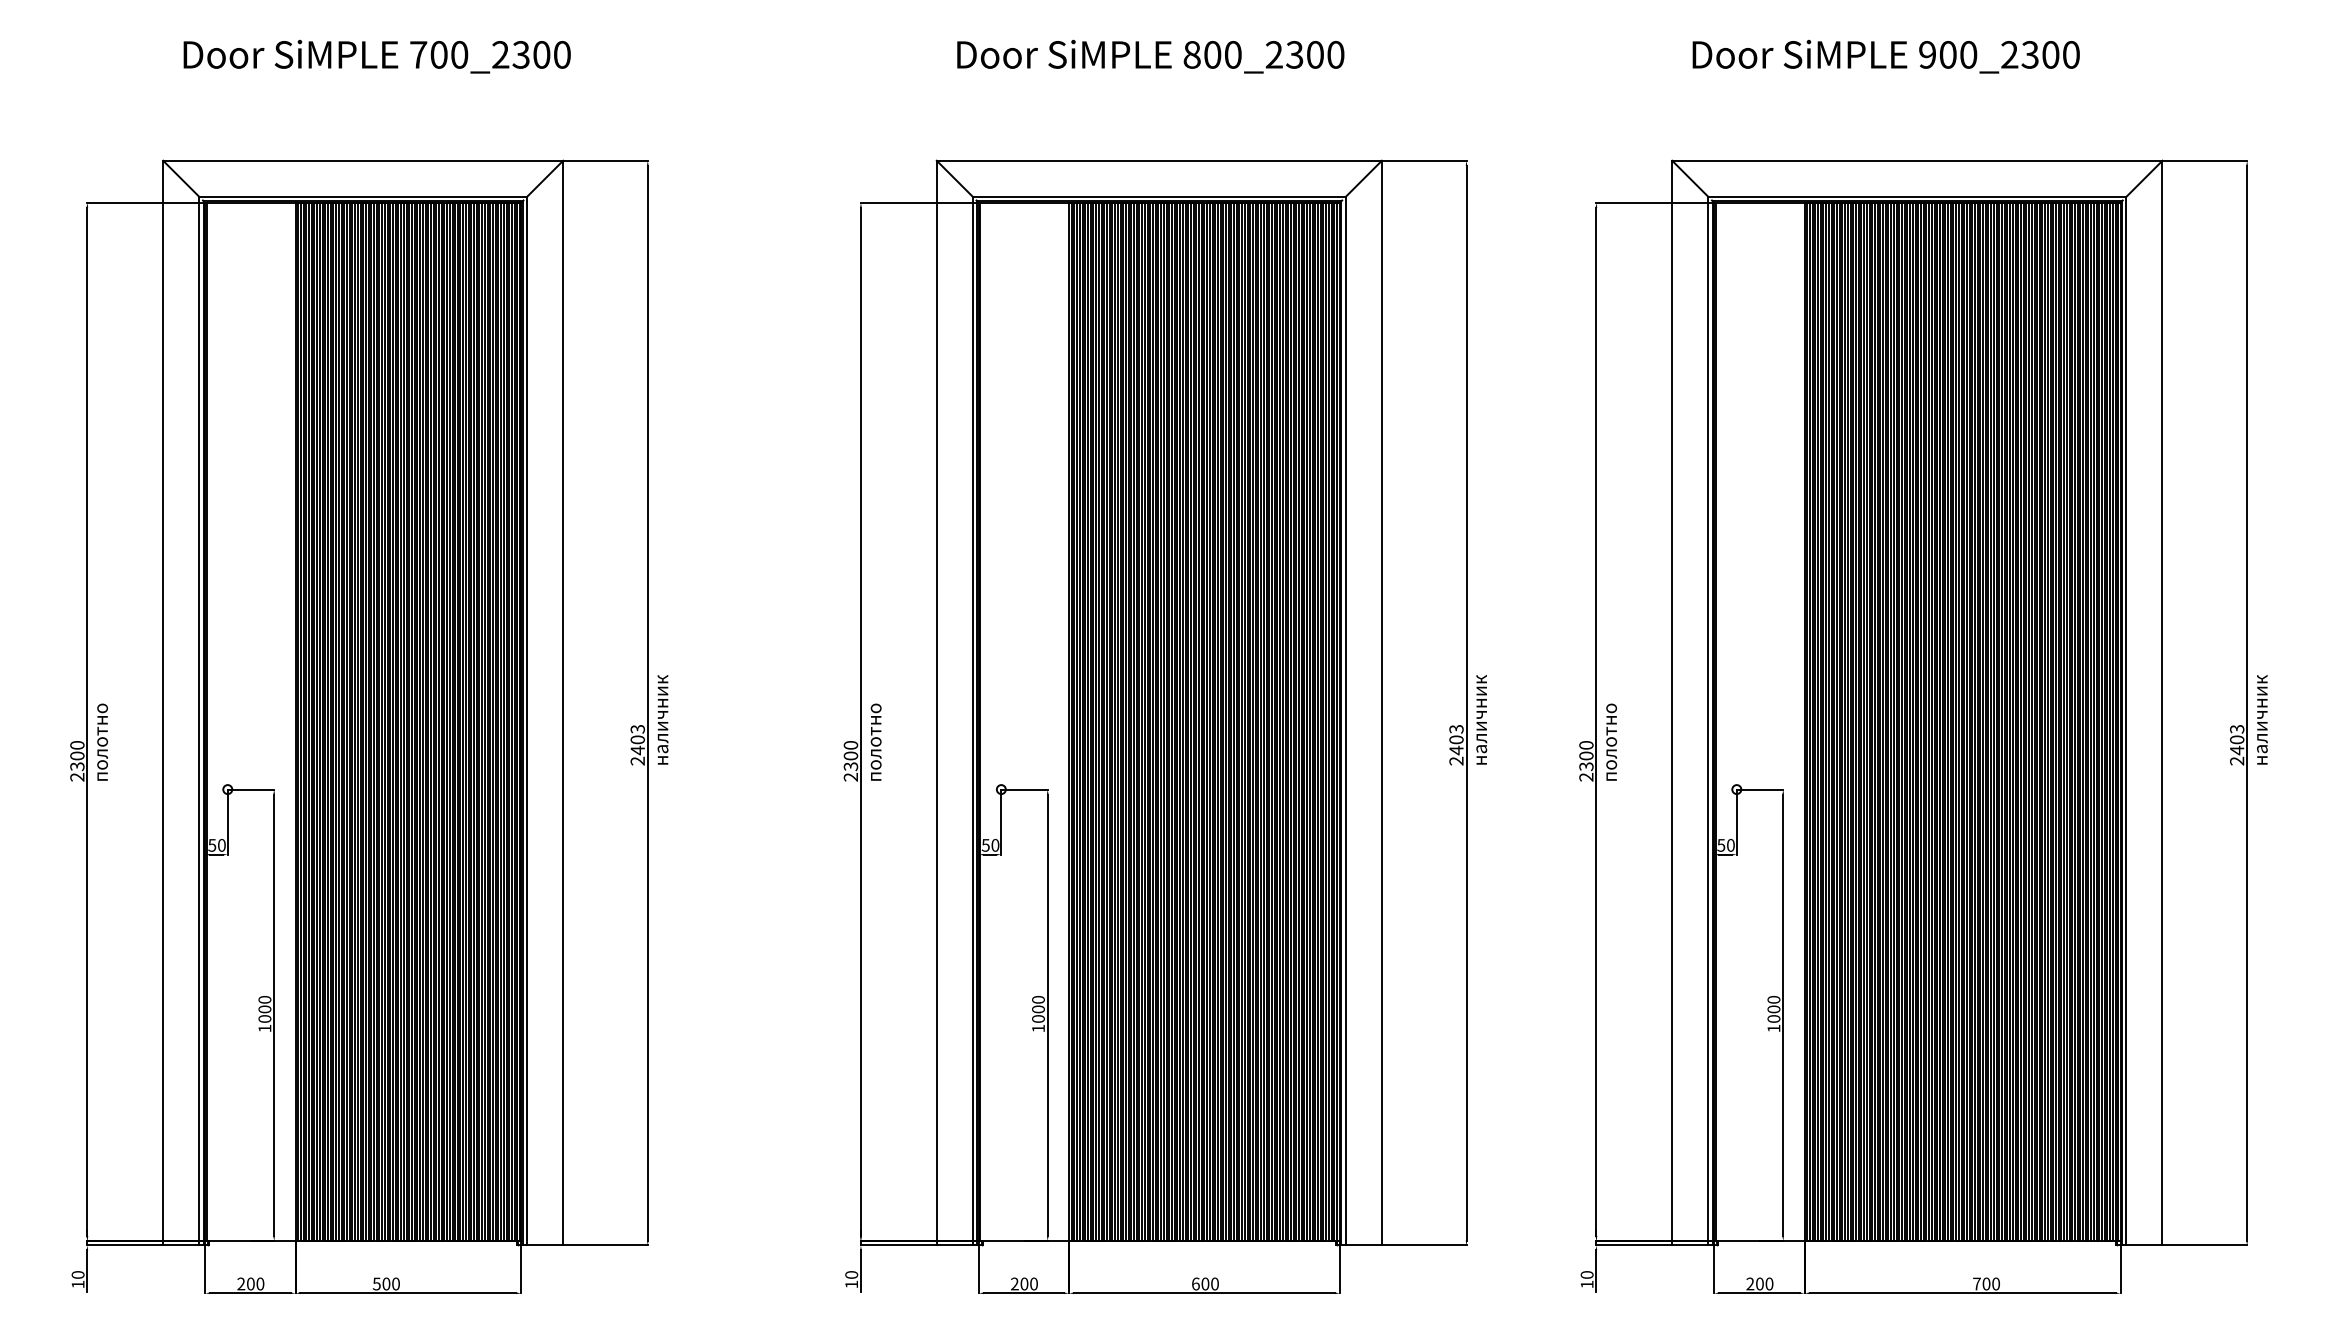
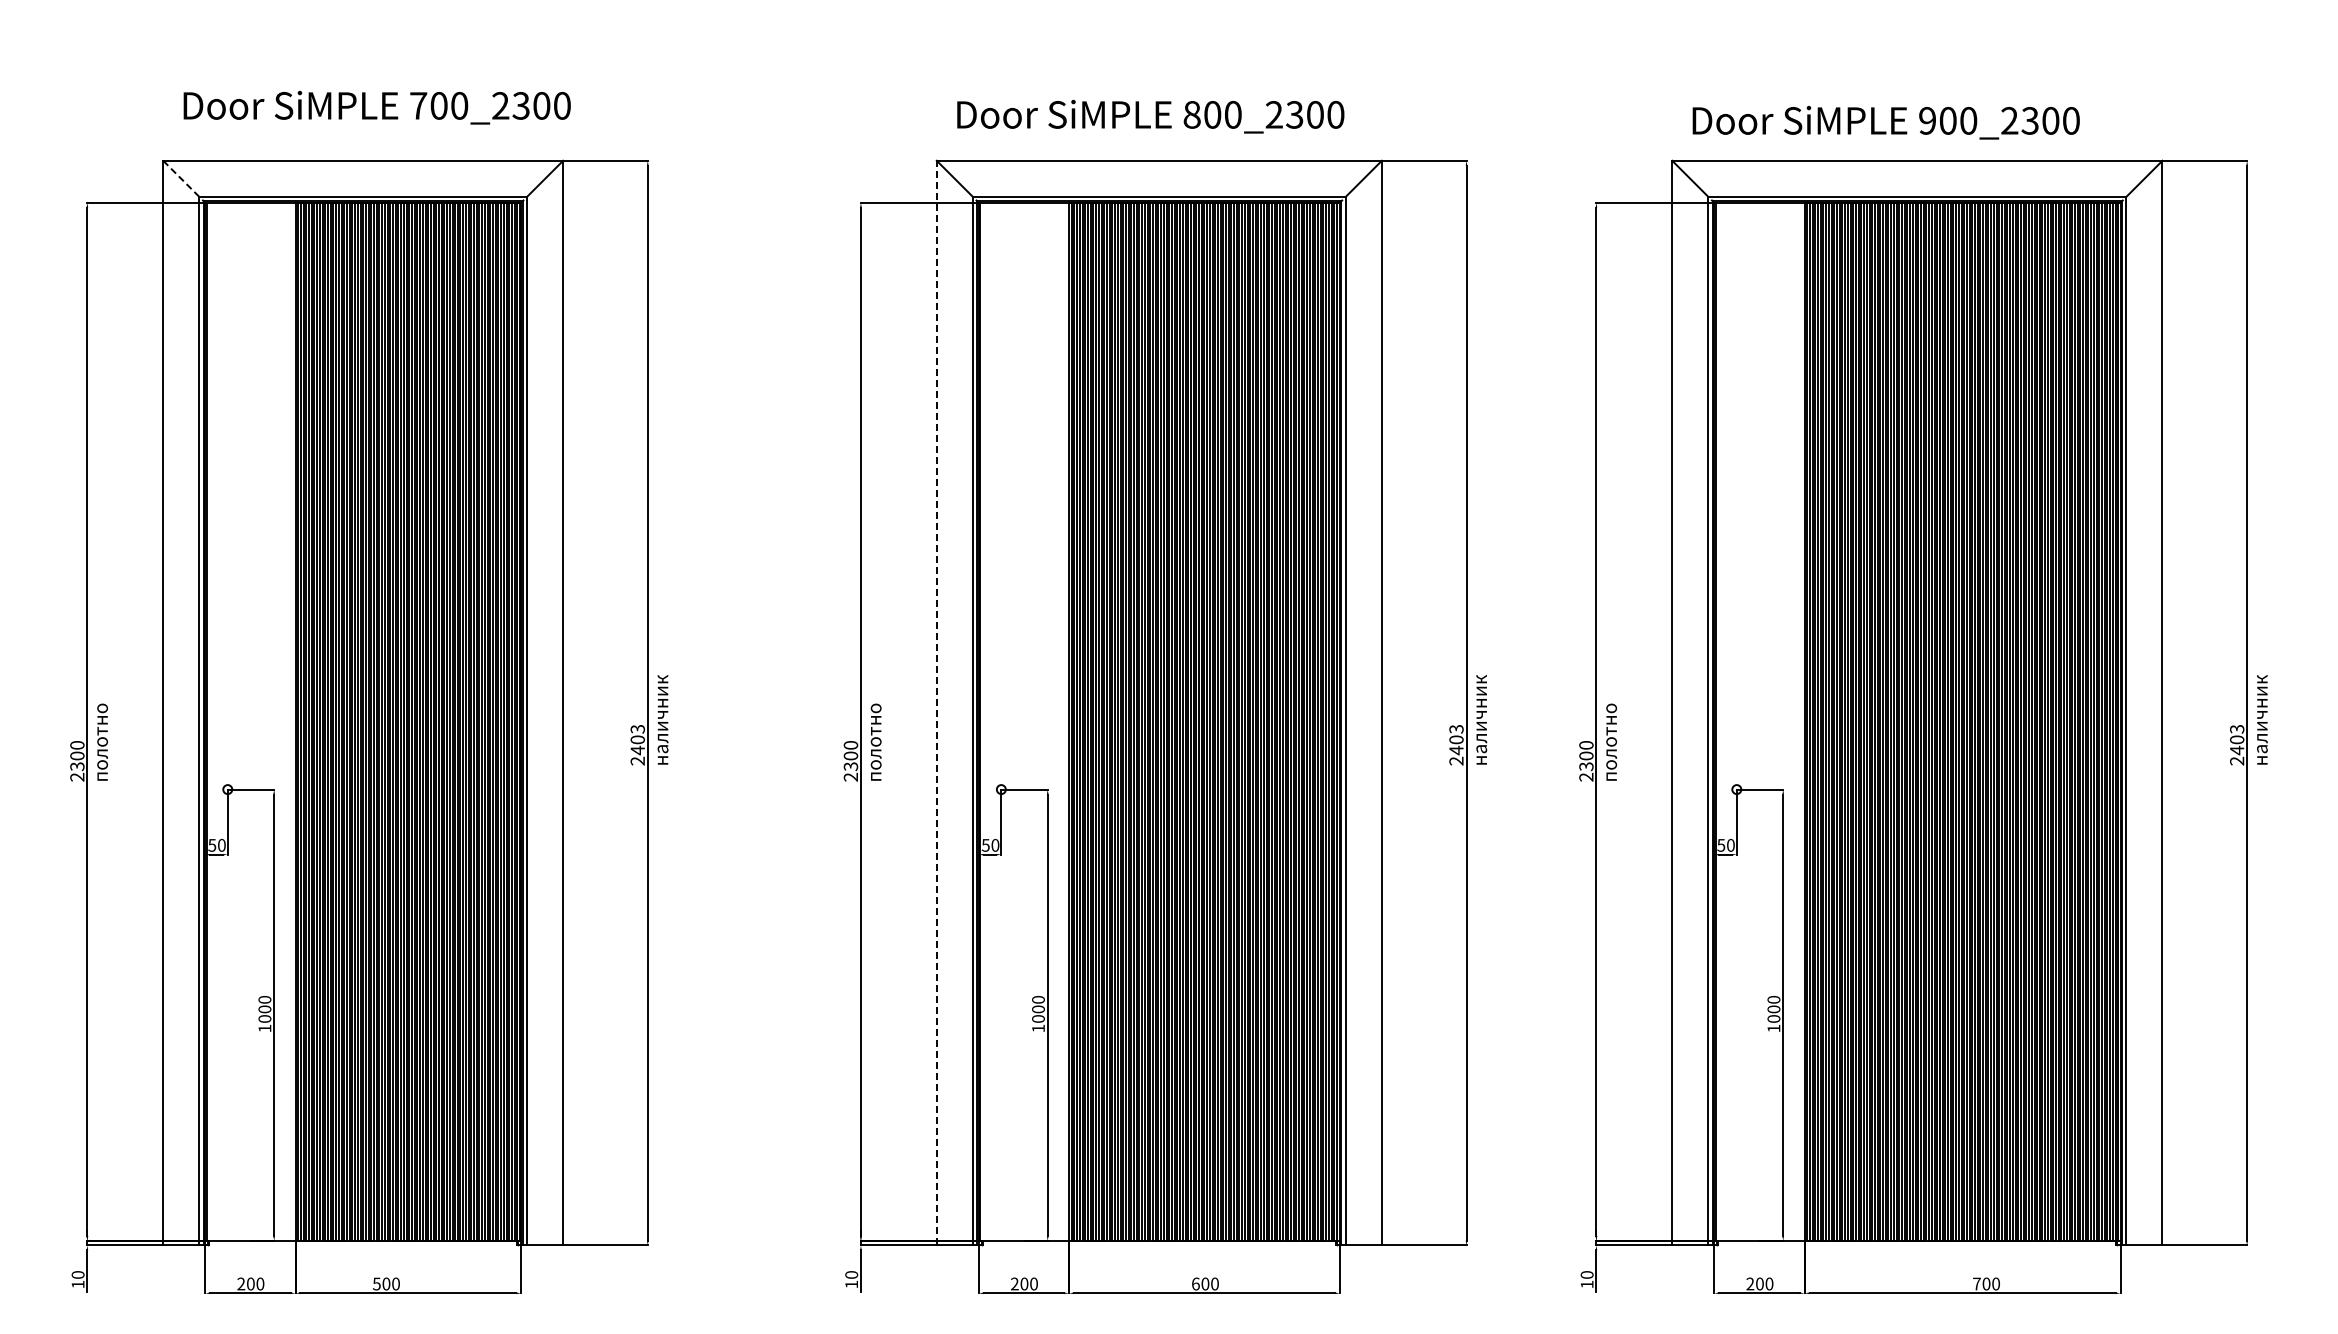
text at (376, 56) position: (376, 56) -> (376, 107)
text at (1150, 56) position: (1150, 56) -> (1150, 116)
text at (1885, 56) position: (1885, 56) -> (1885, 122)
line at (181, 178): solid -> dashed
line at (936, 702): solid -> dashed
